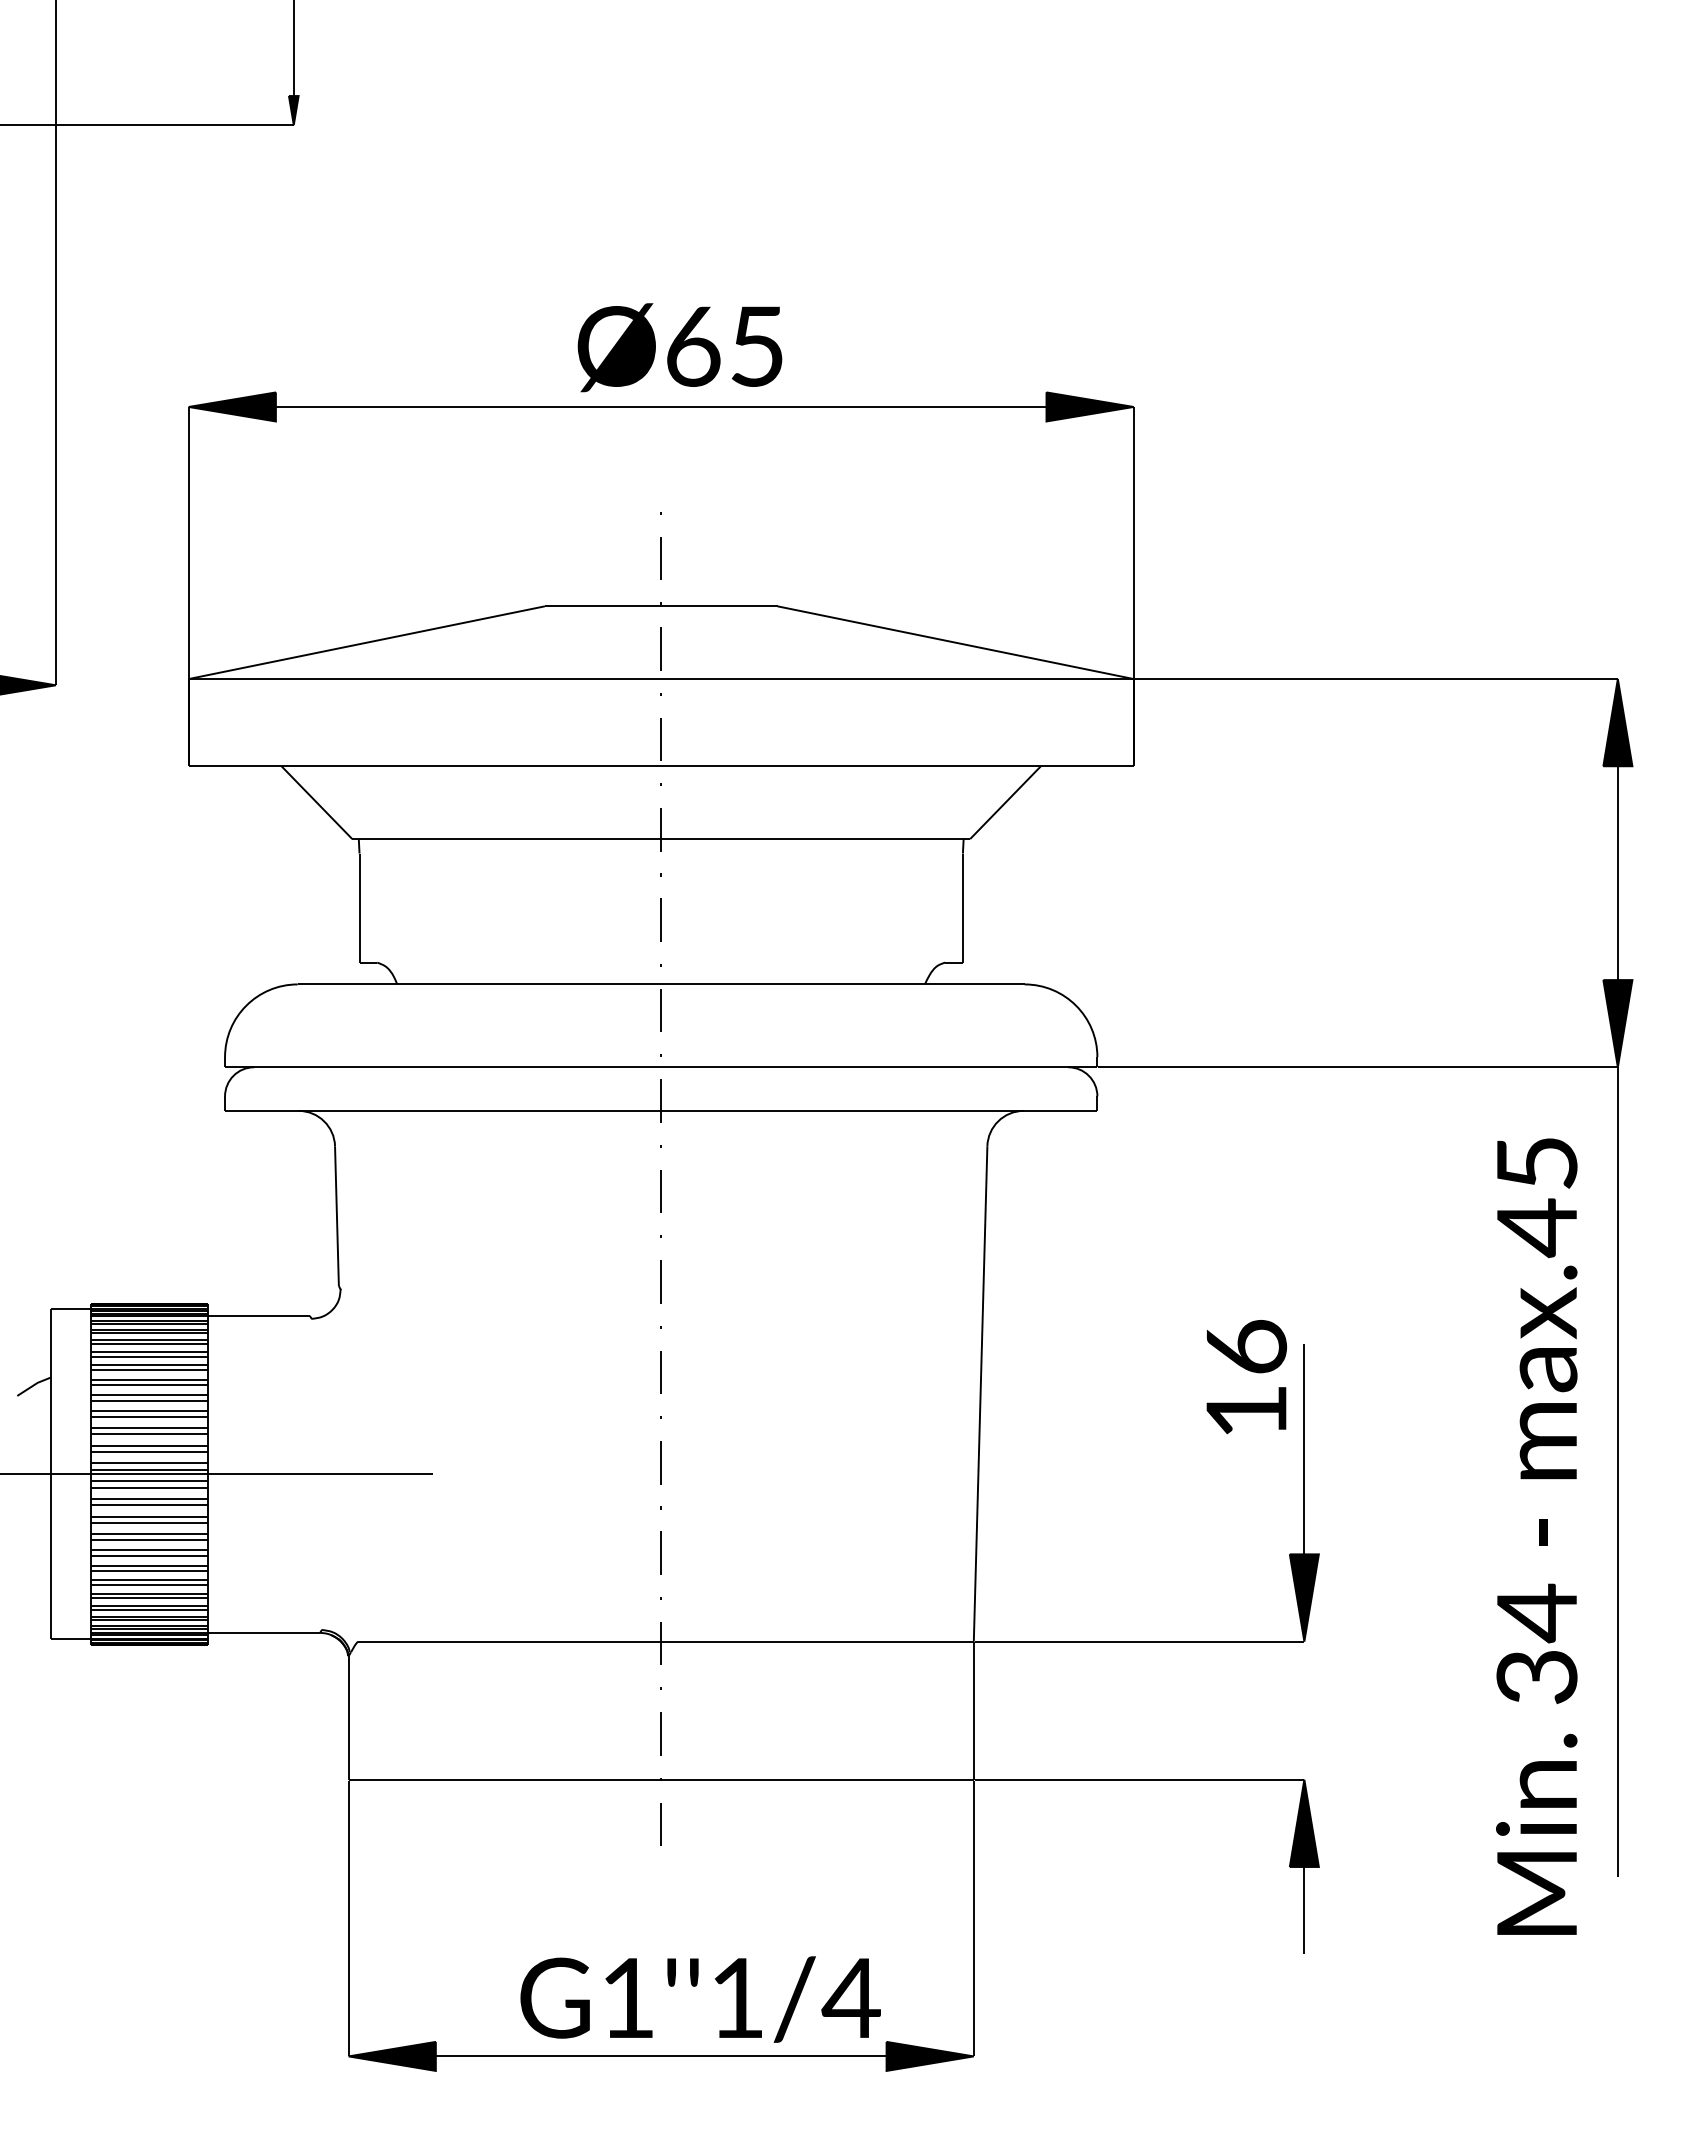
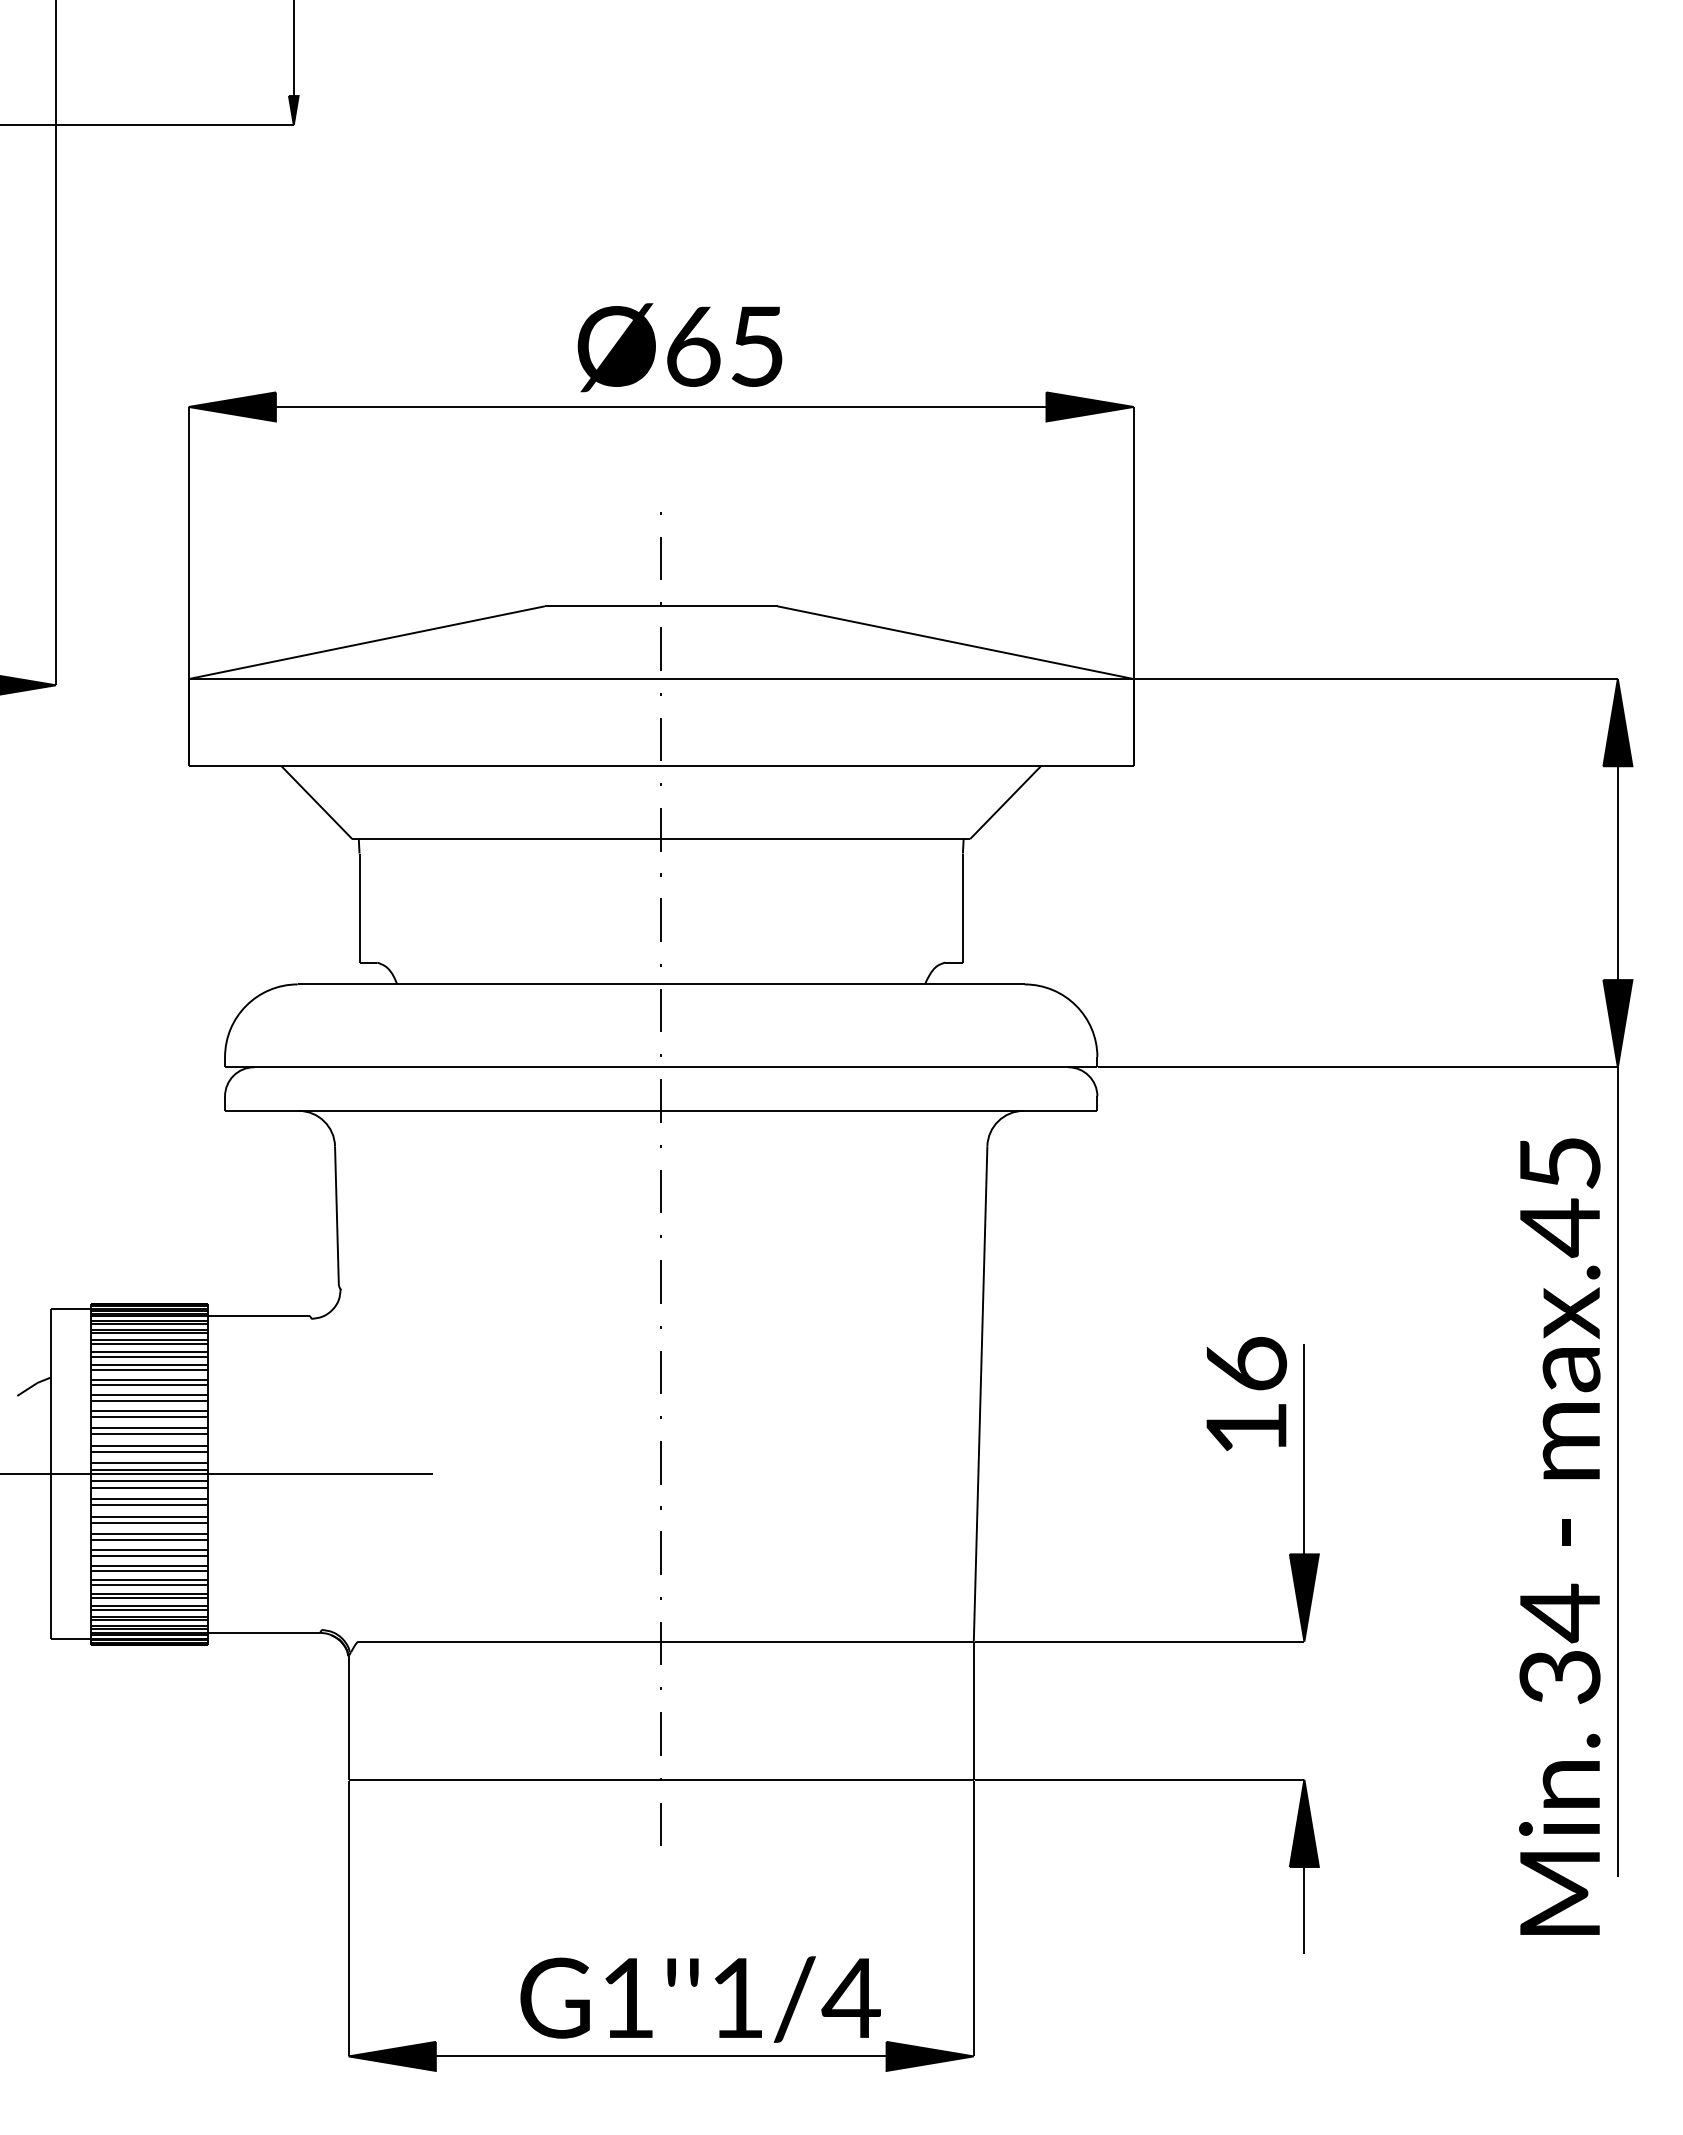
text at (1246, 1377) position: (1246, 1377) -> (1246, 1394)
text at (1536, 1536) position: (1536, 1536) -> (1559, 1536)
